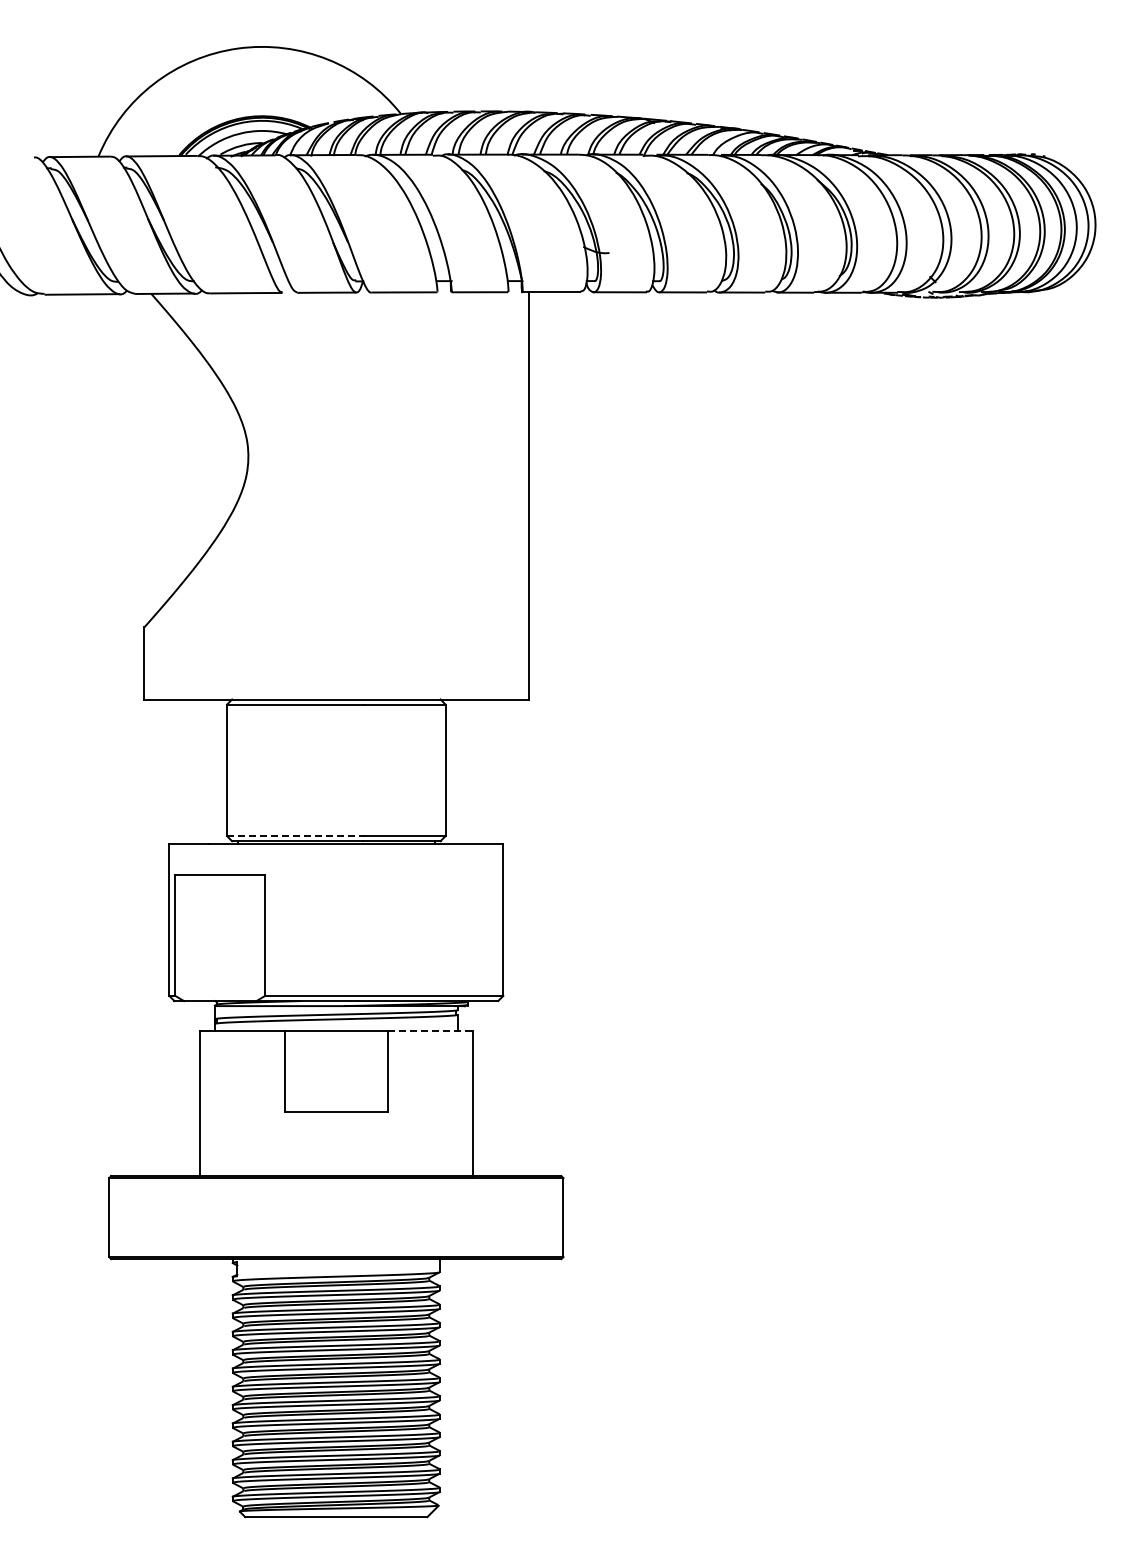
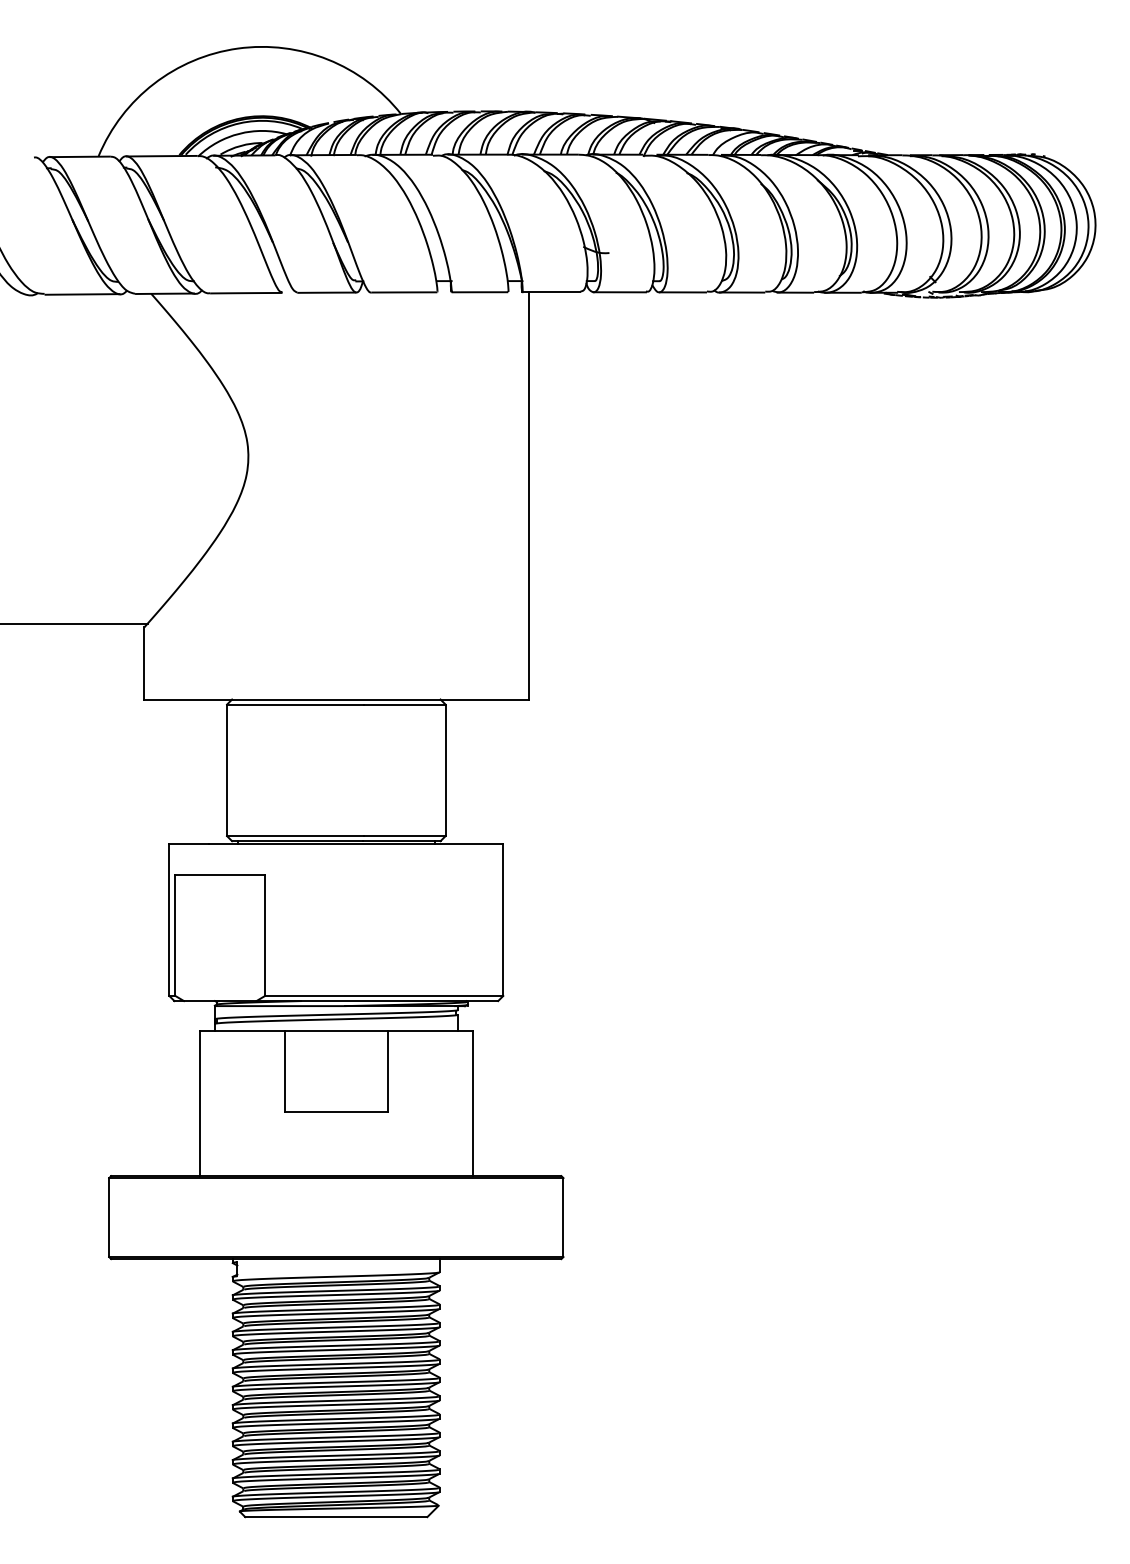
line at (74, 623): none -> present
line at (295, 836): dashed -> solid
line at (430, 1031): dashed -> solid
